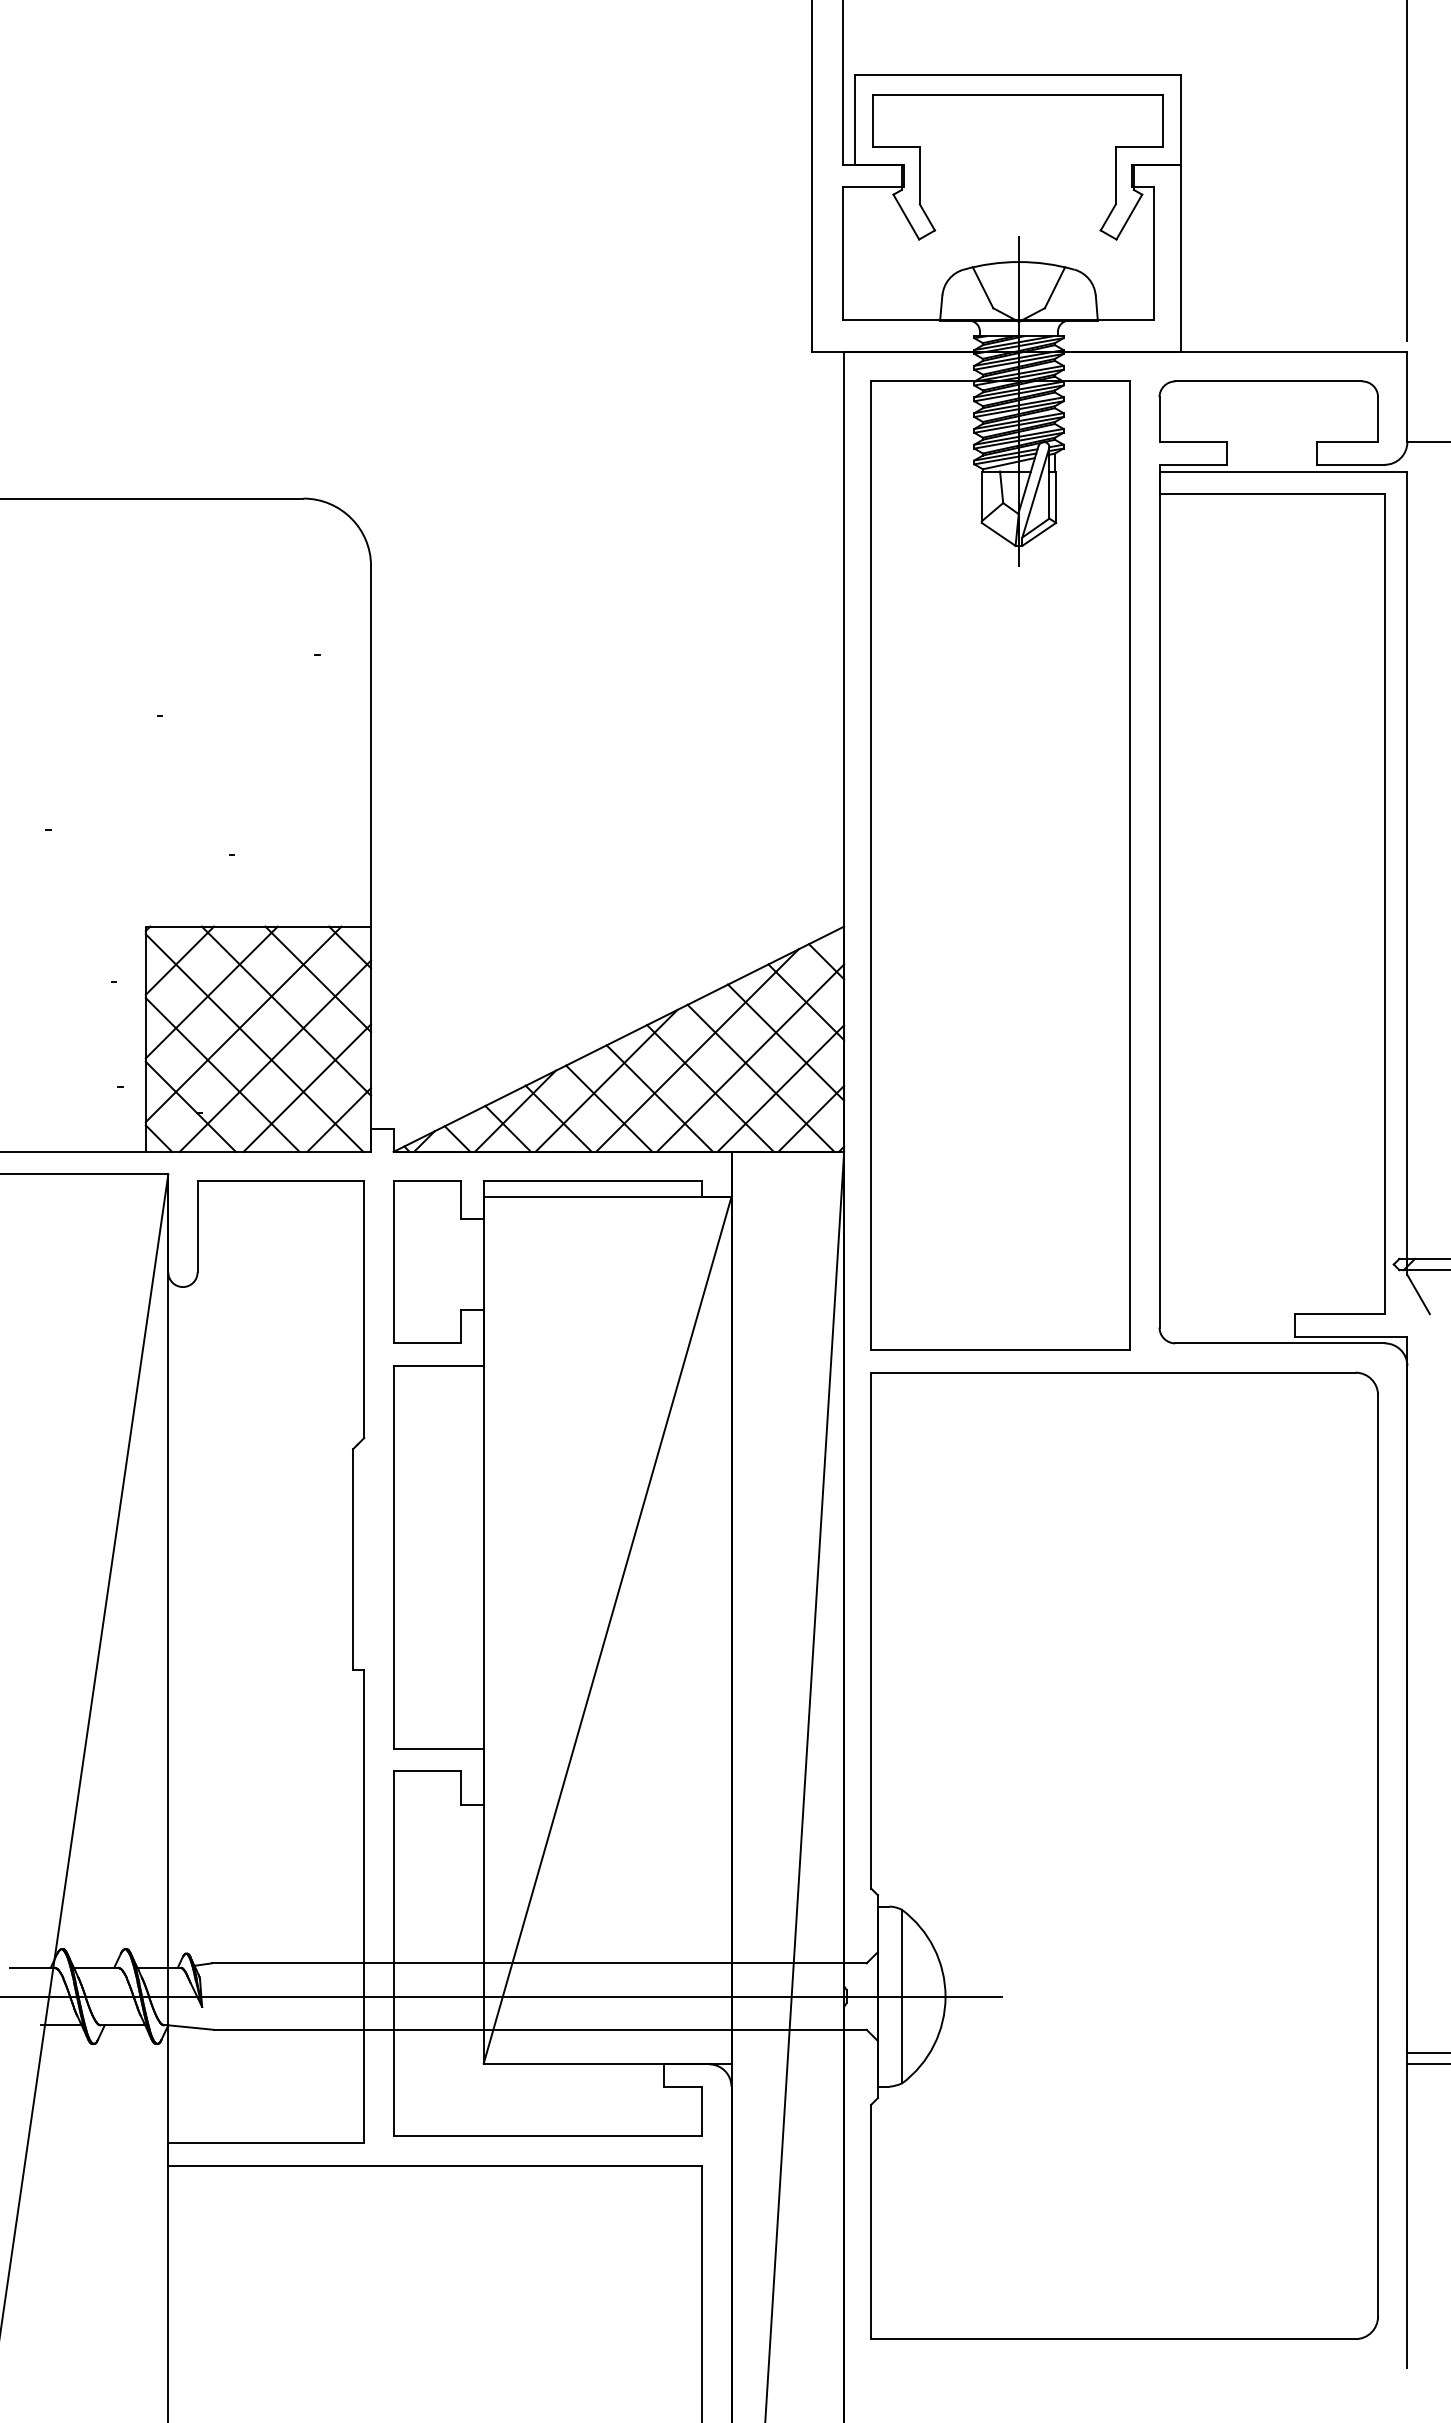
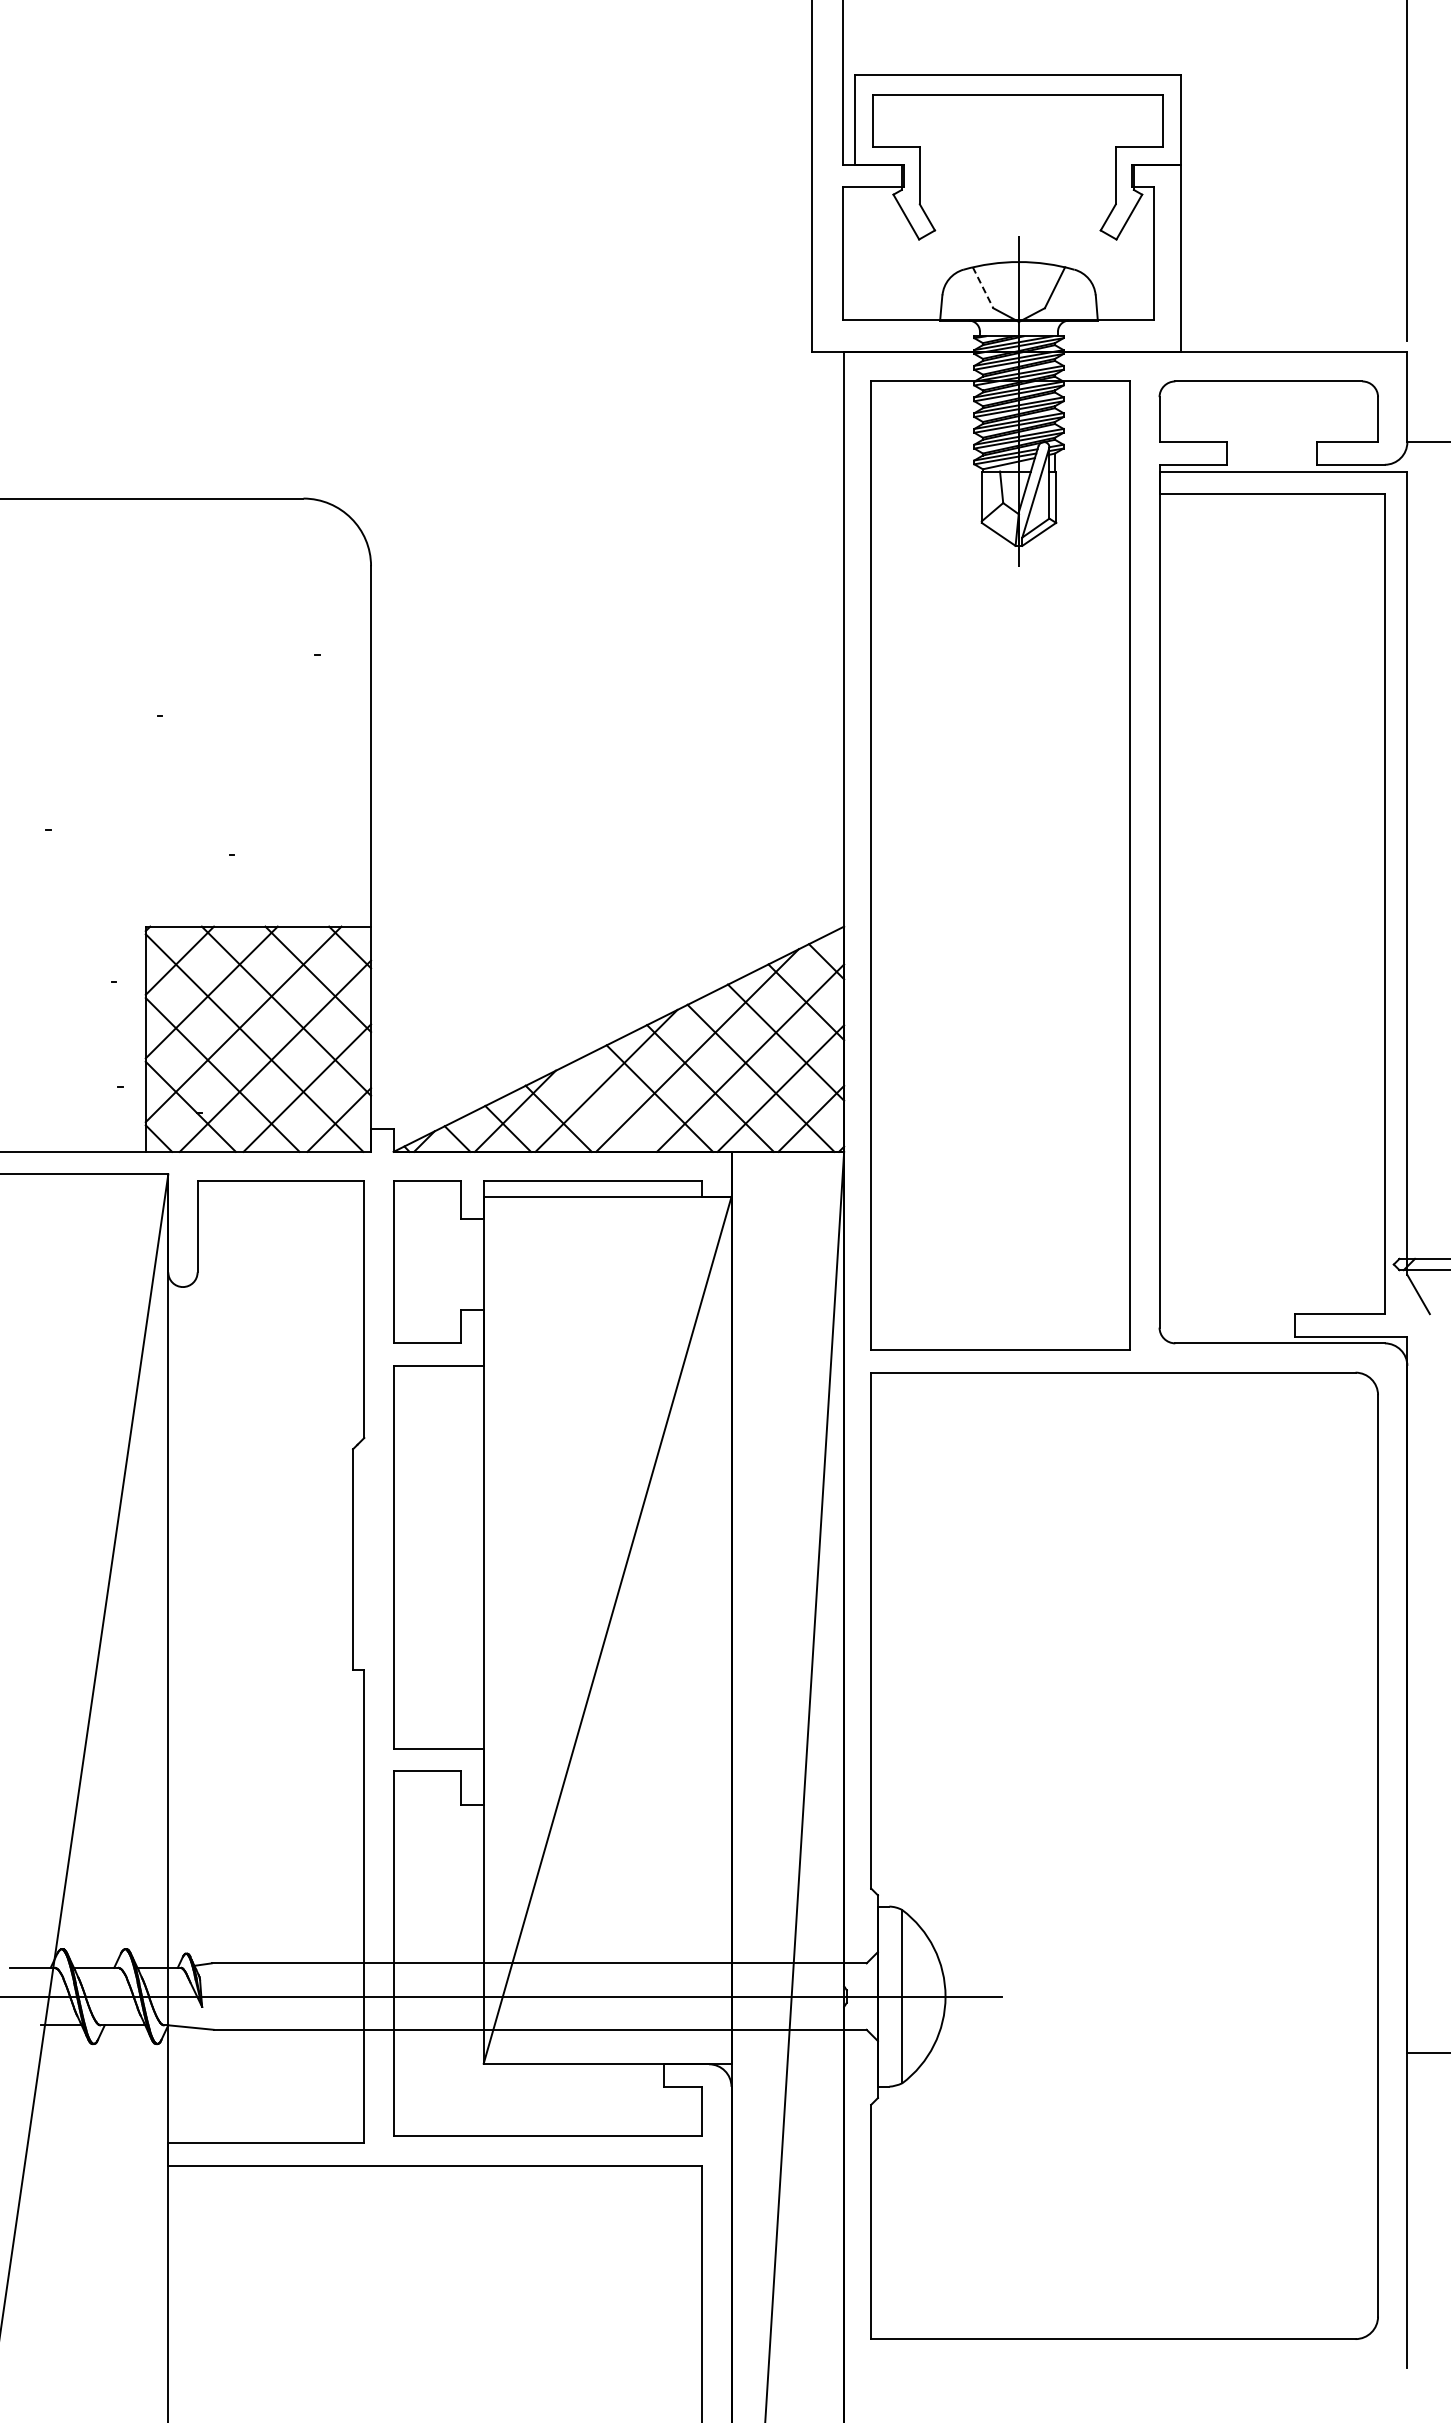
line at (983, 287): solid -> dashed
line at (609, 1108): present -> none
line at (1427, 2064): present -> none
